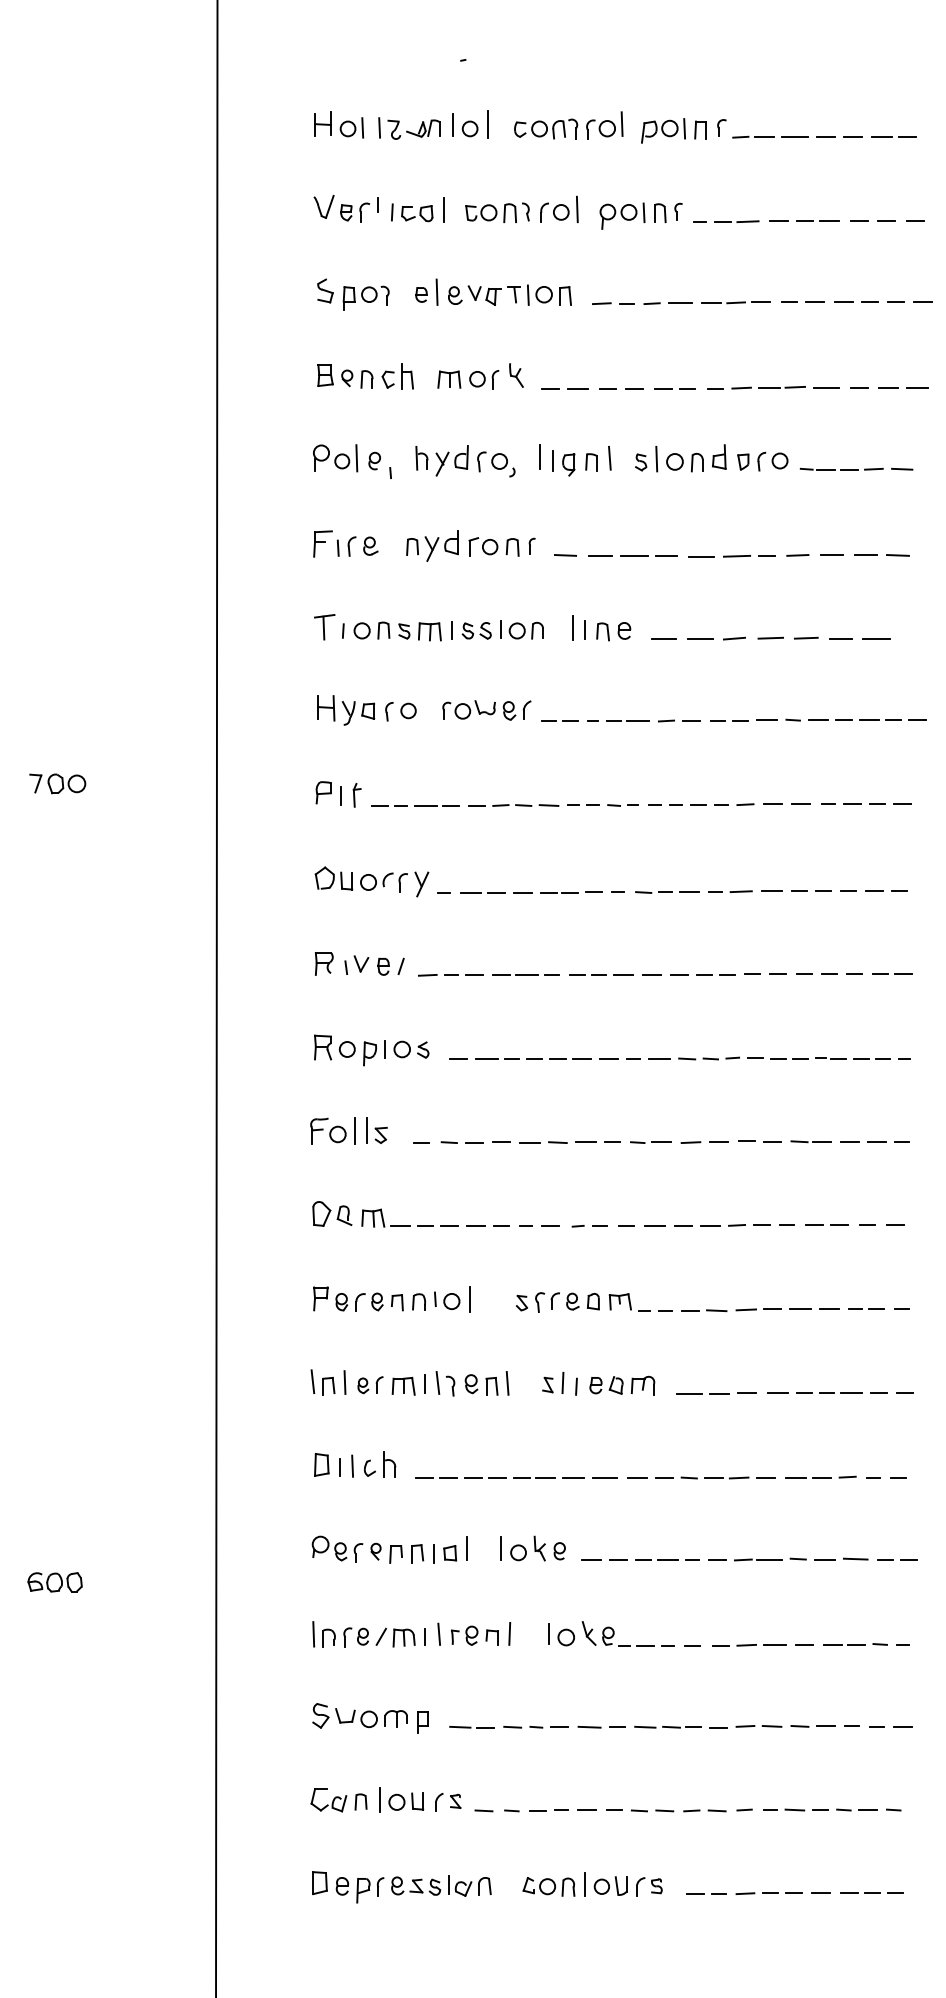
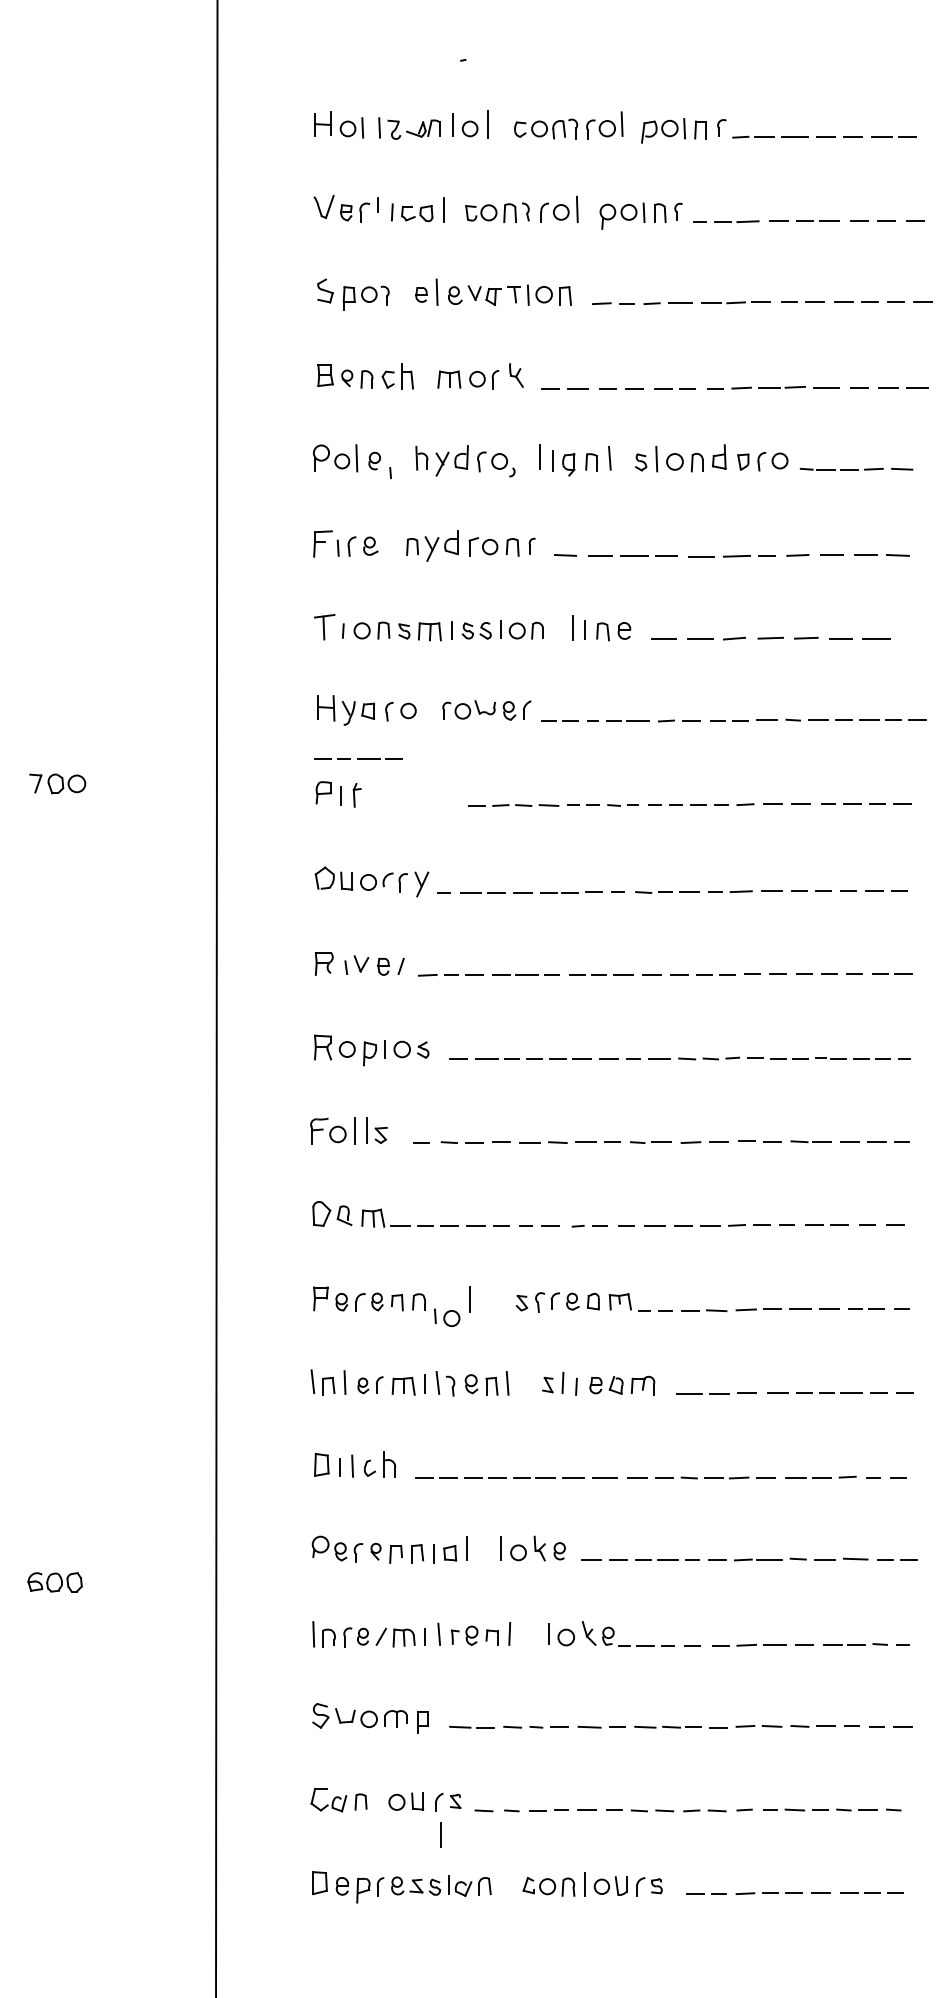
line at (415, 805) position: (415, 805) -> (358, 758)
part at (447, 1300) position: (447, 1300) -> (447, 1317)
line at (379, 1799) position: (379, 1799) -> (440, 1834)
